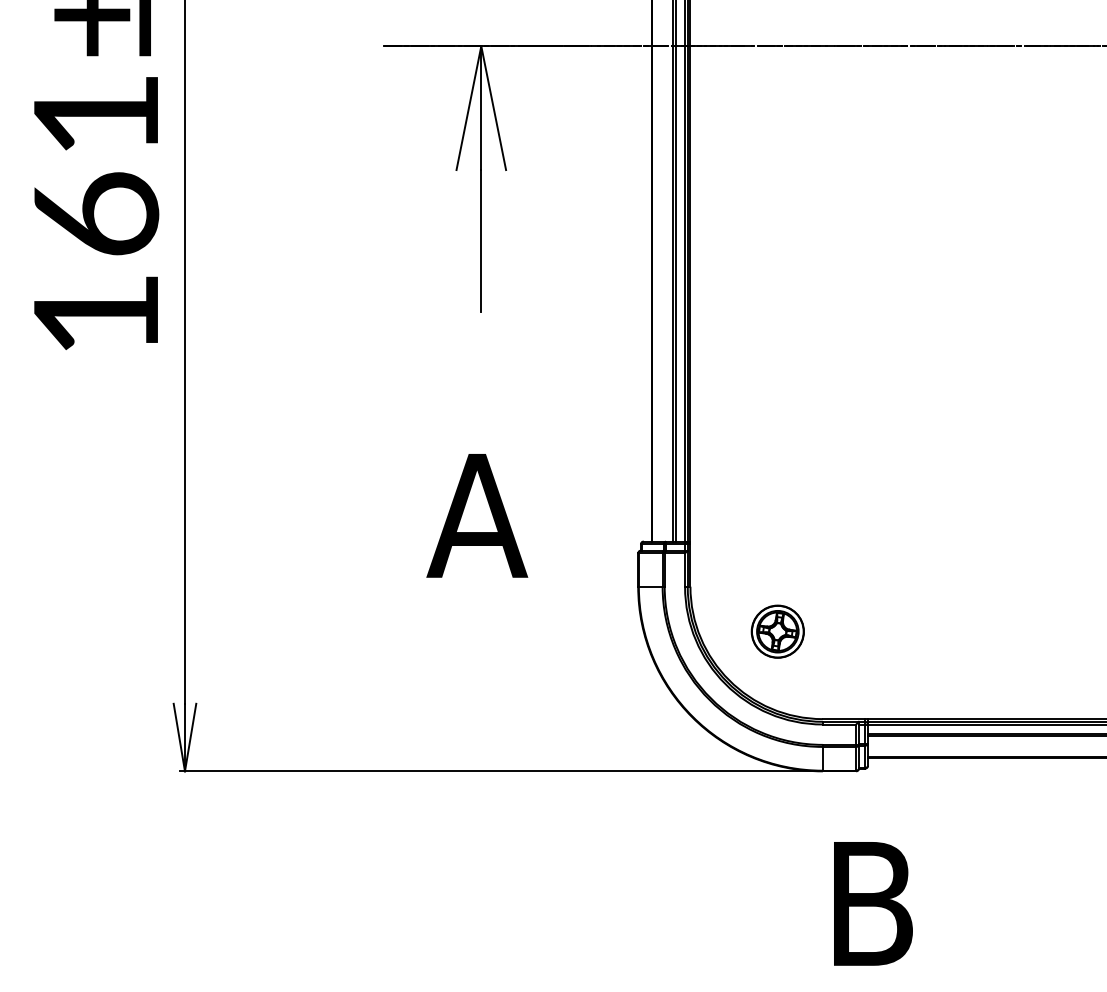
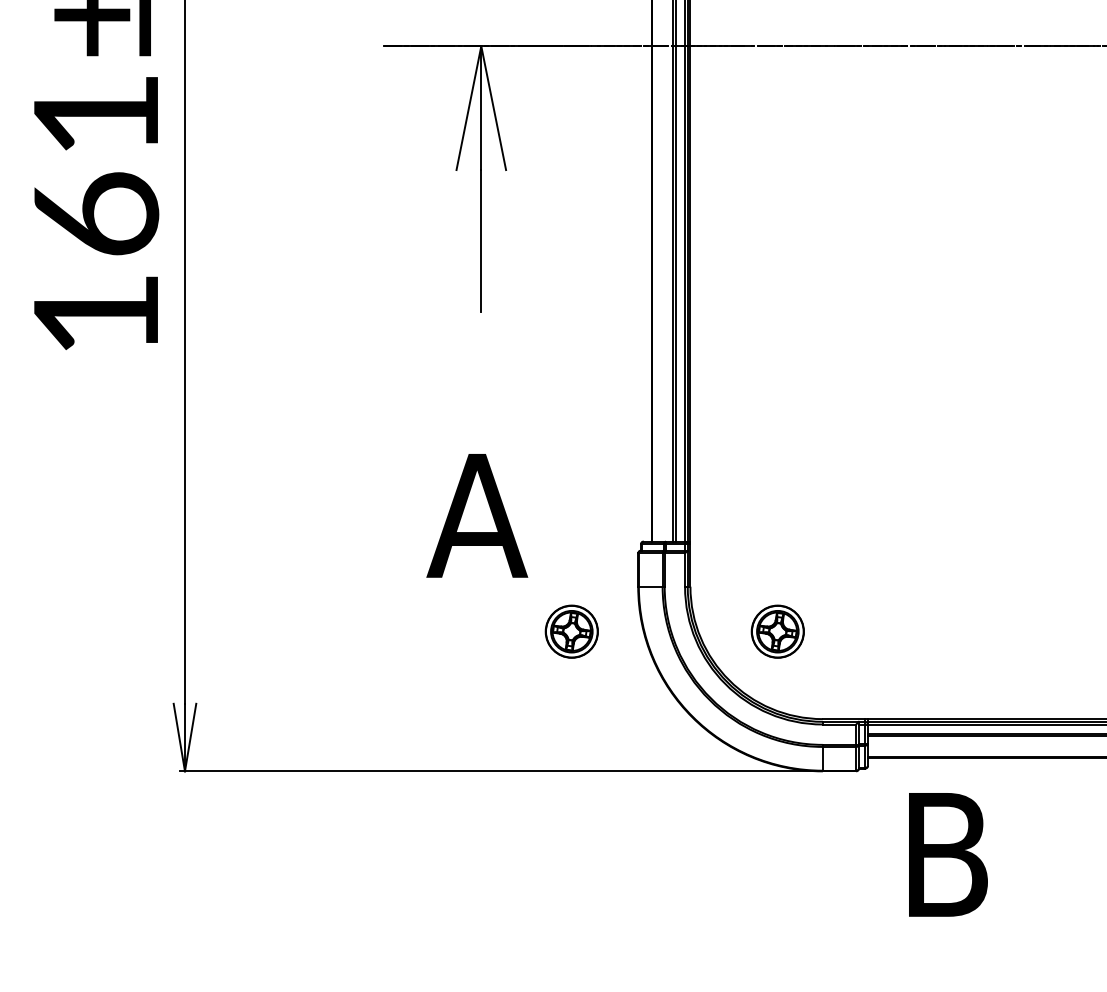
part at (571, 631): none -> present
text at (873, 903) position: (873, 903) -> (948, 854)
